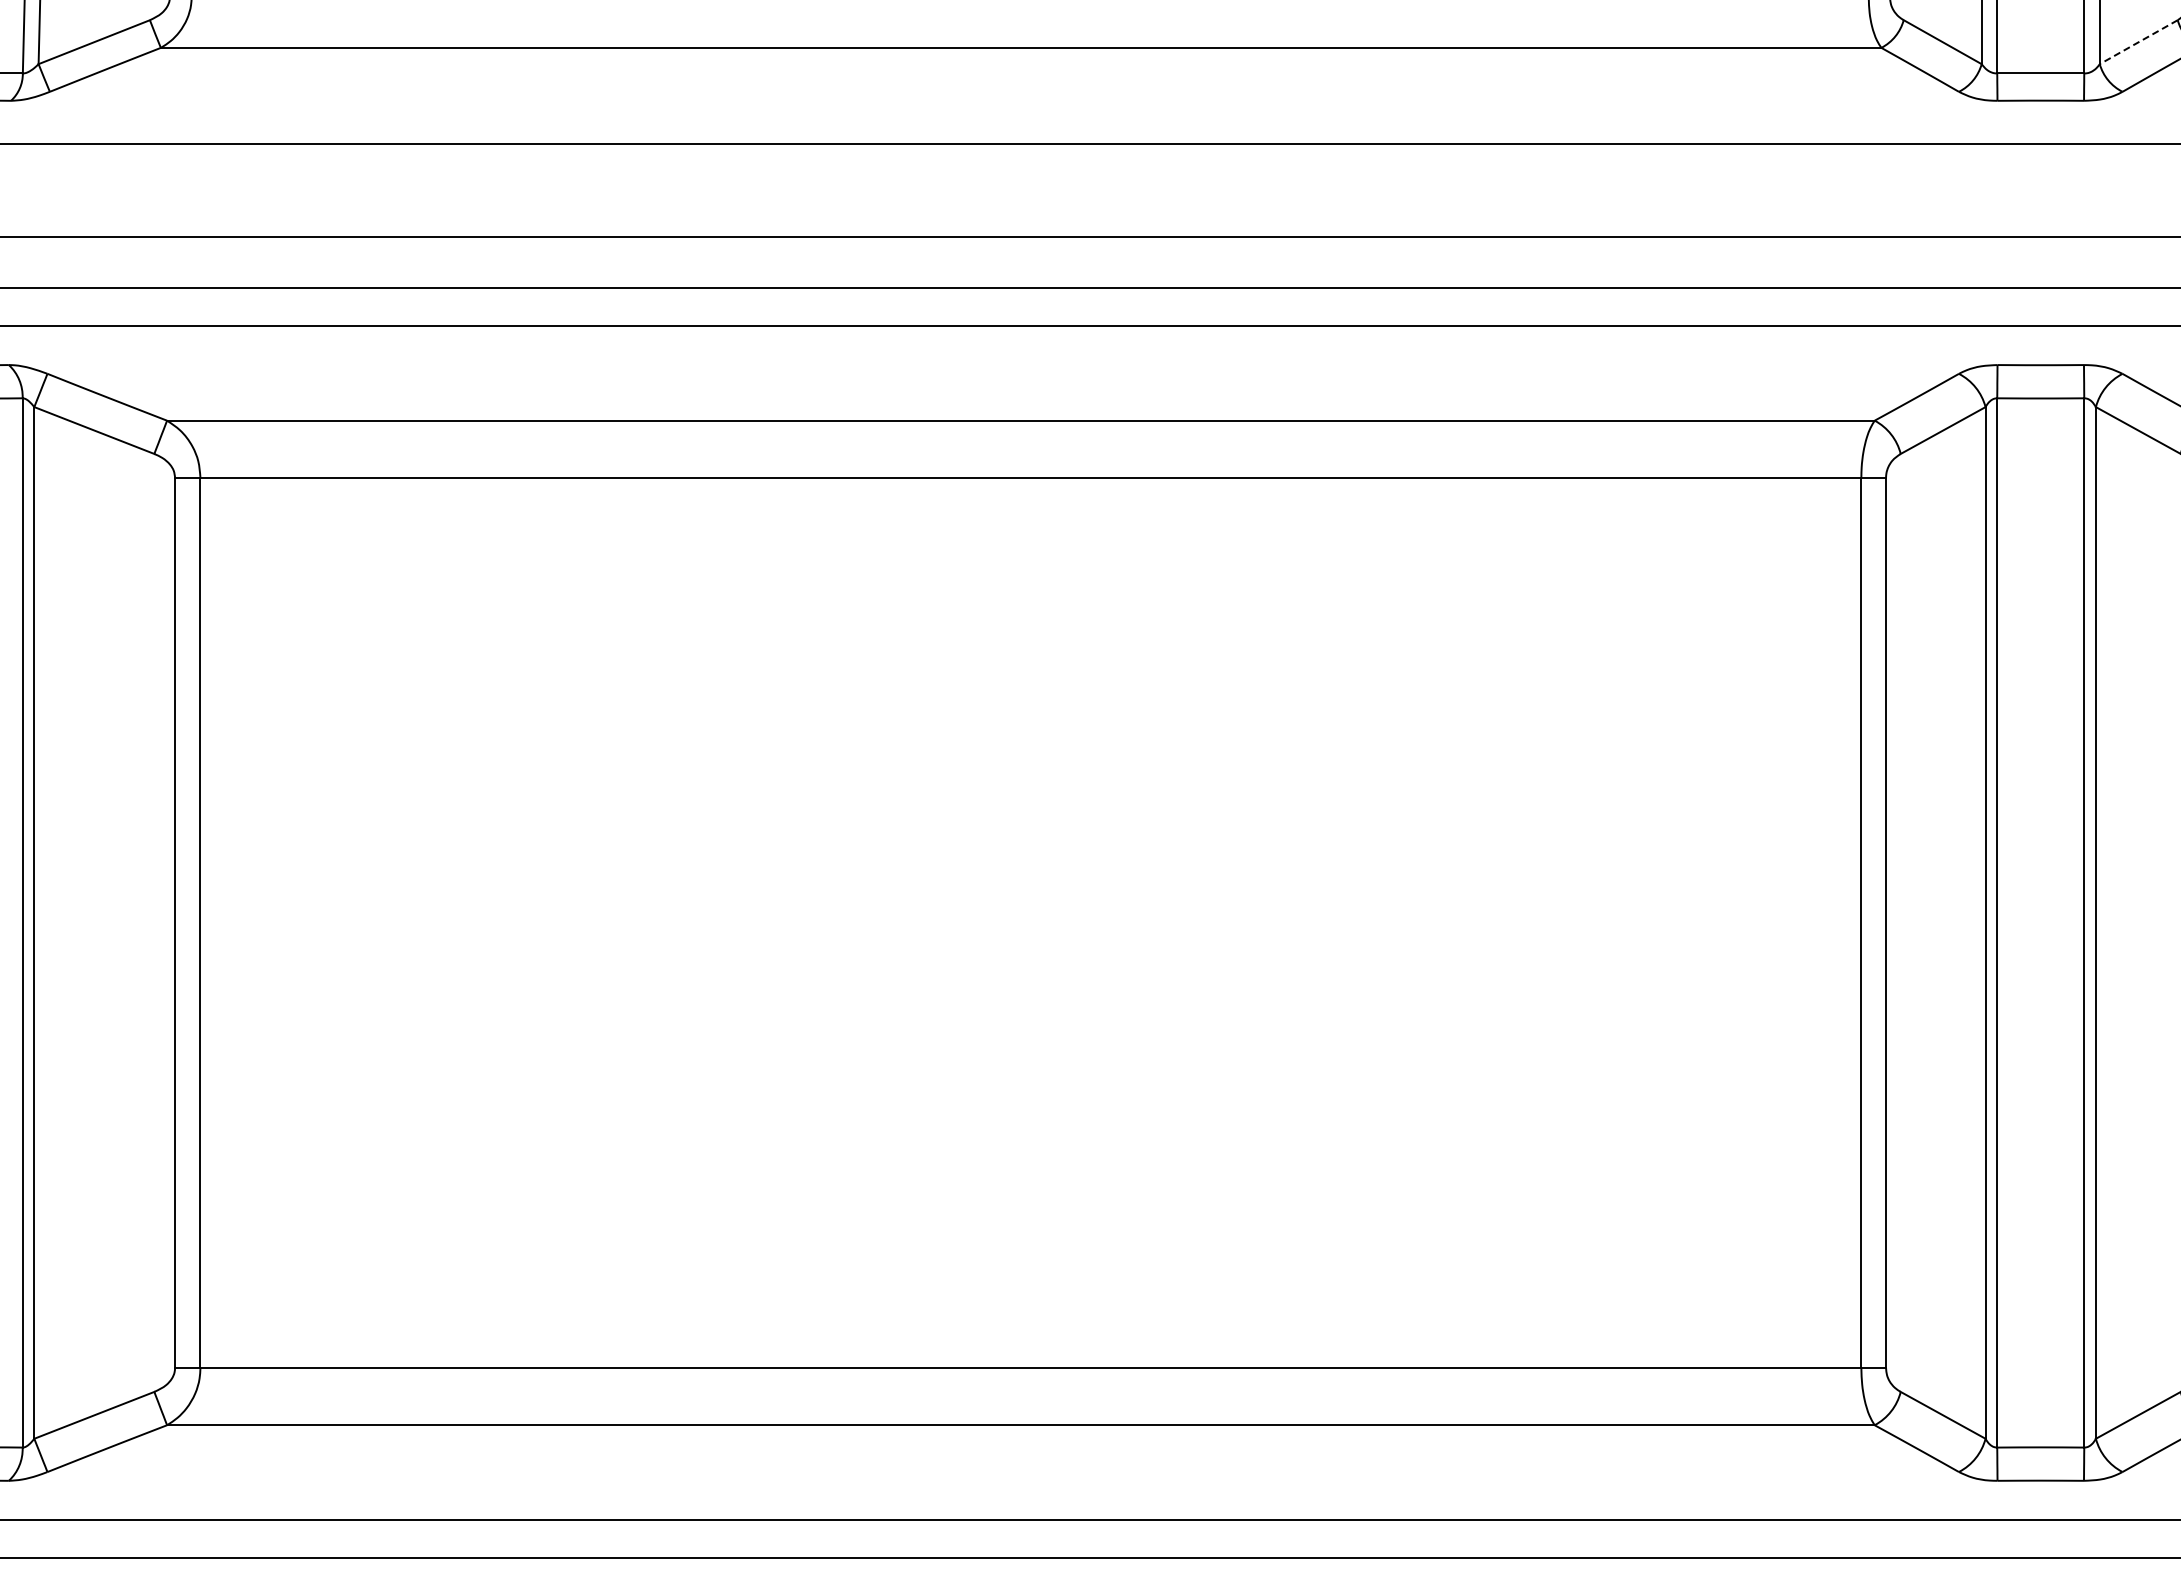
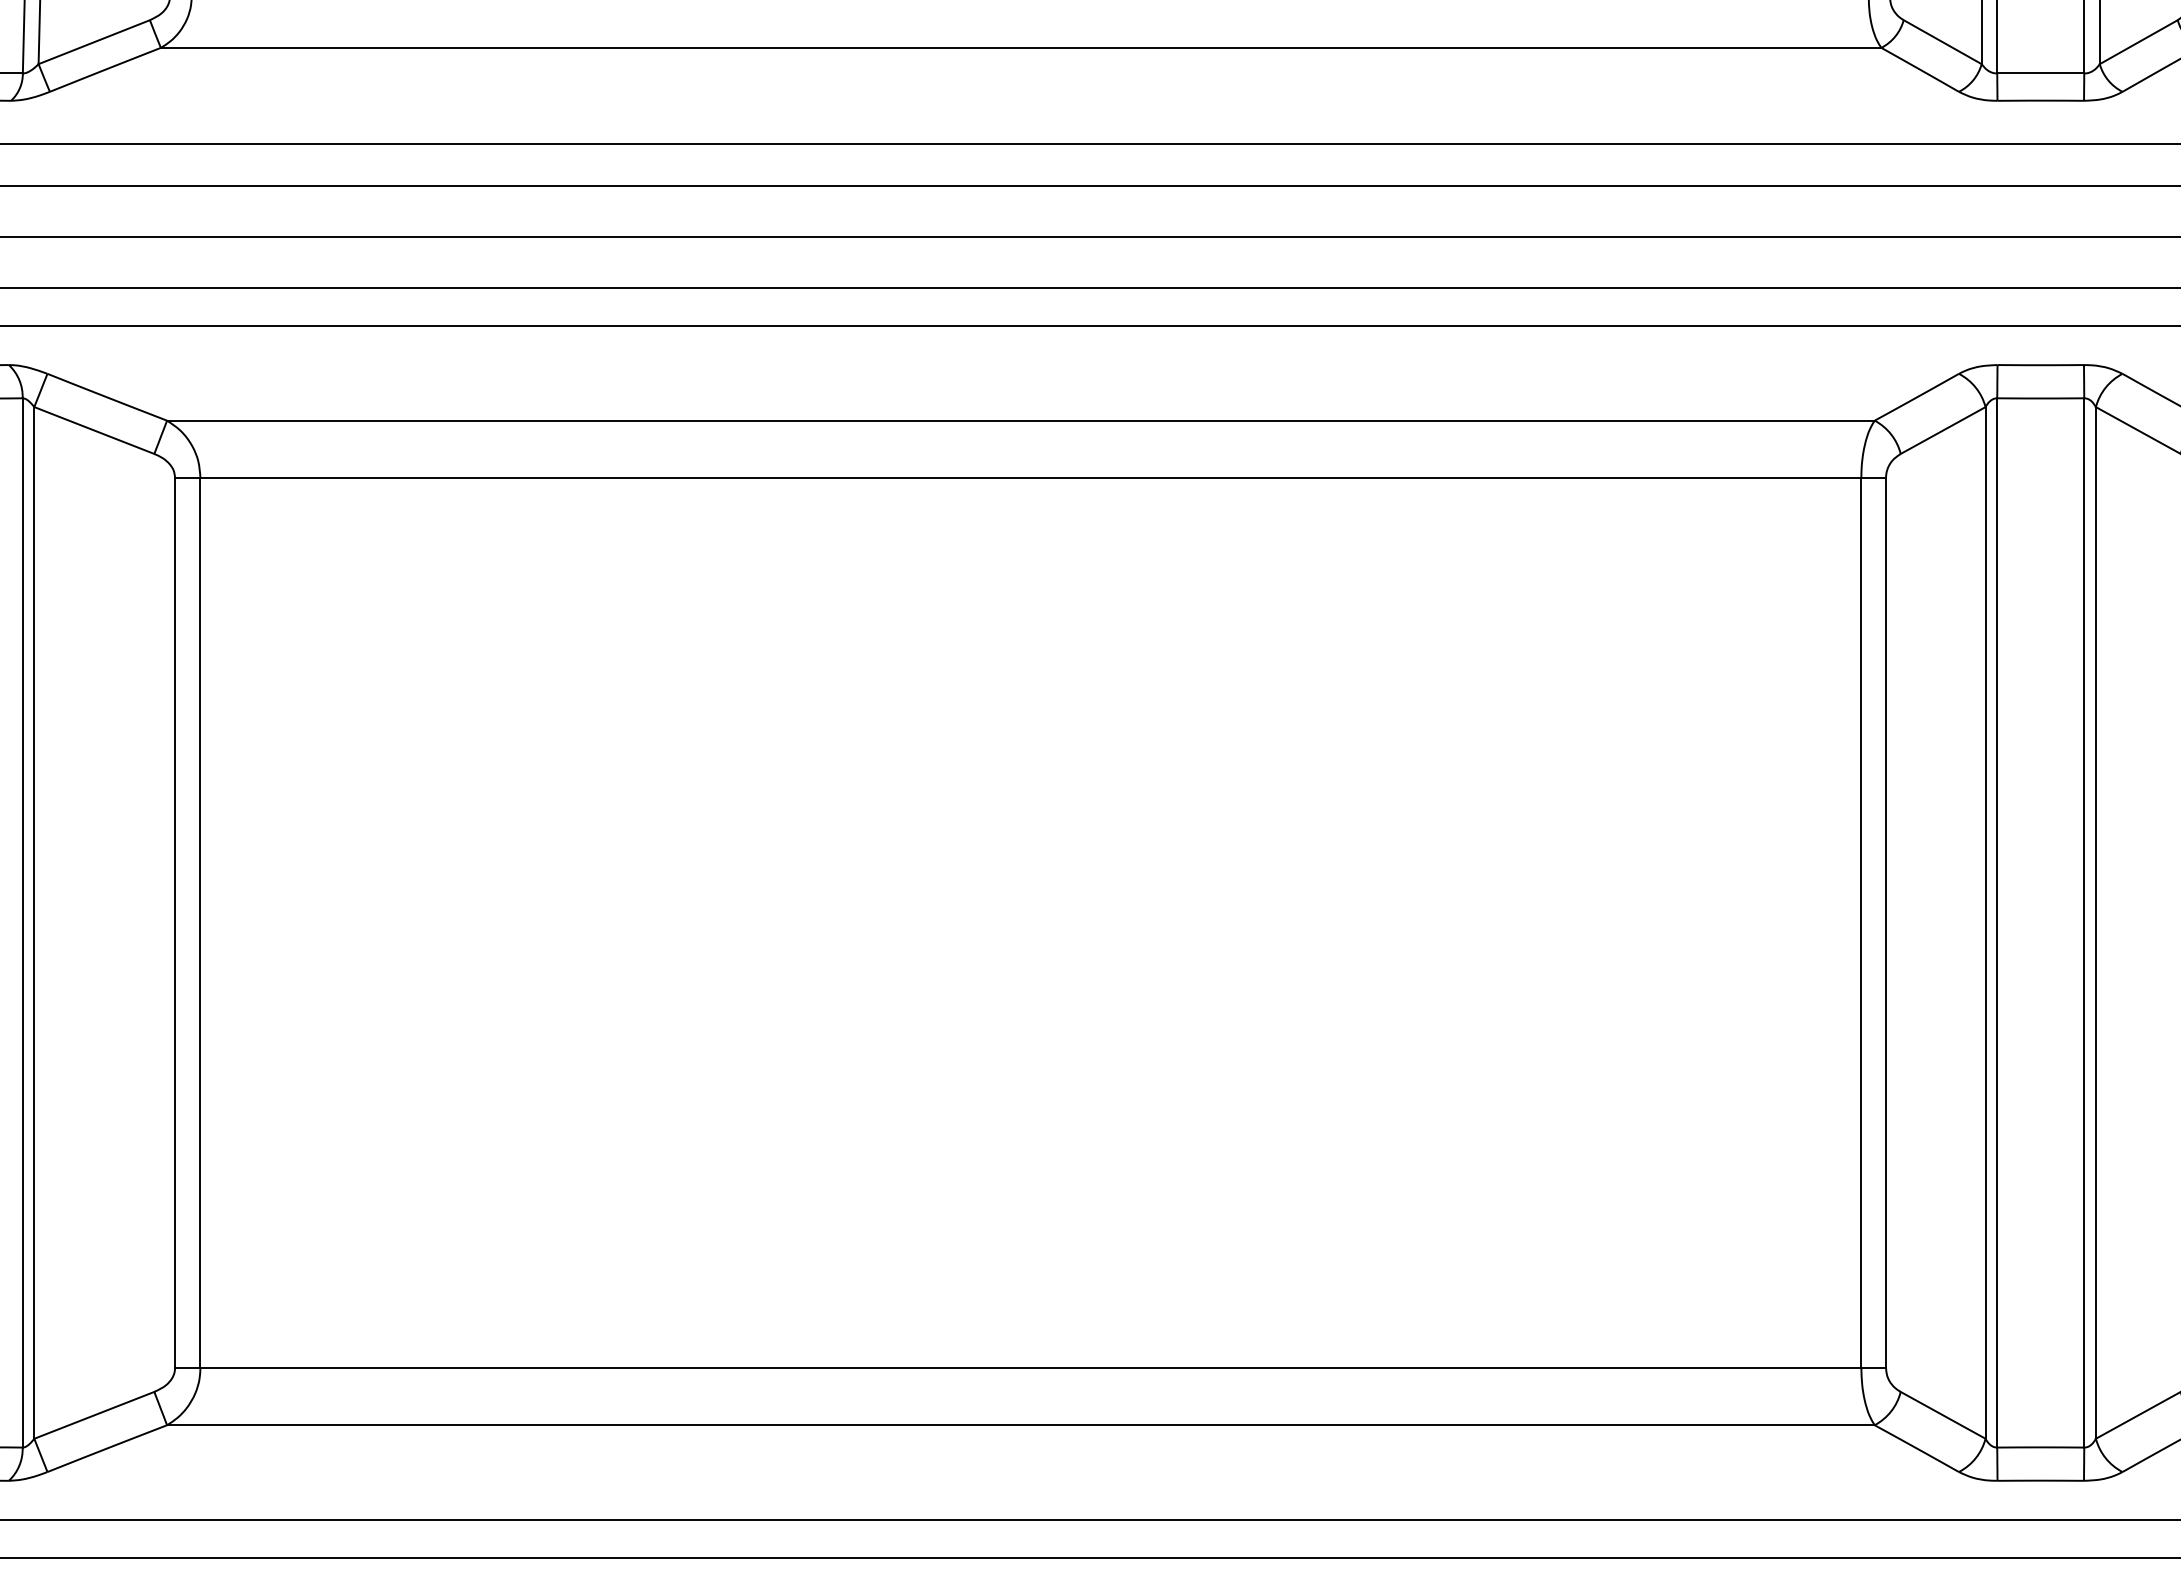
line at (2138, 42): dashed -> solid
line at (1089, 186): none -> present
